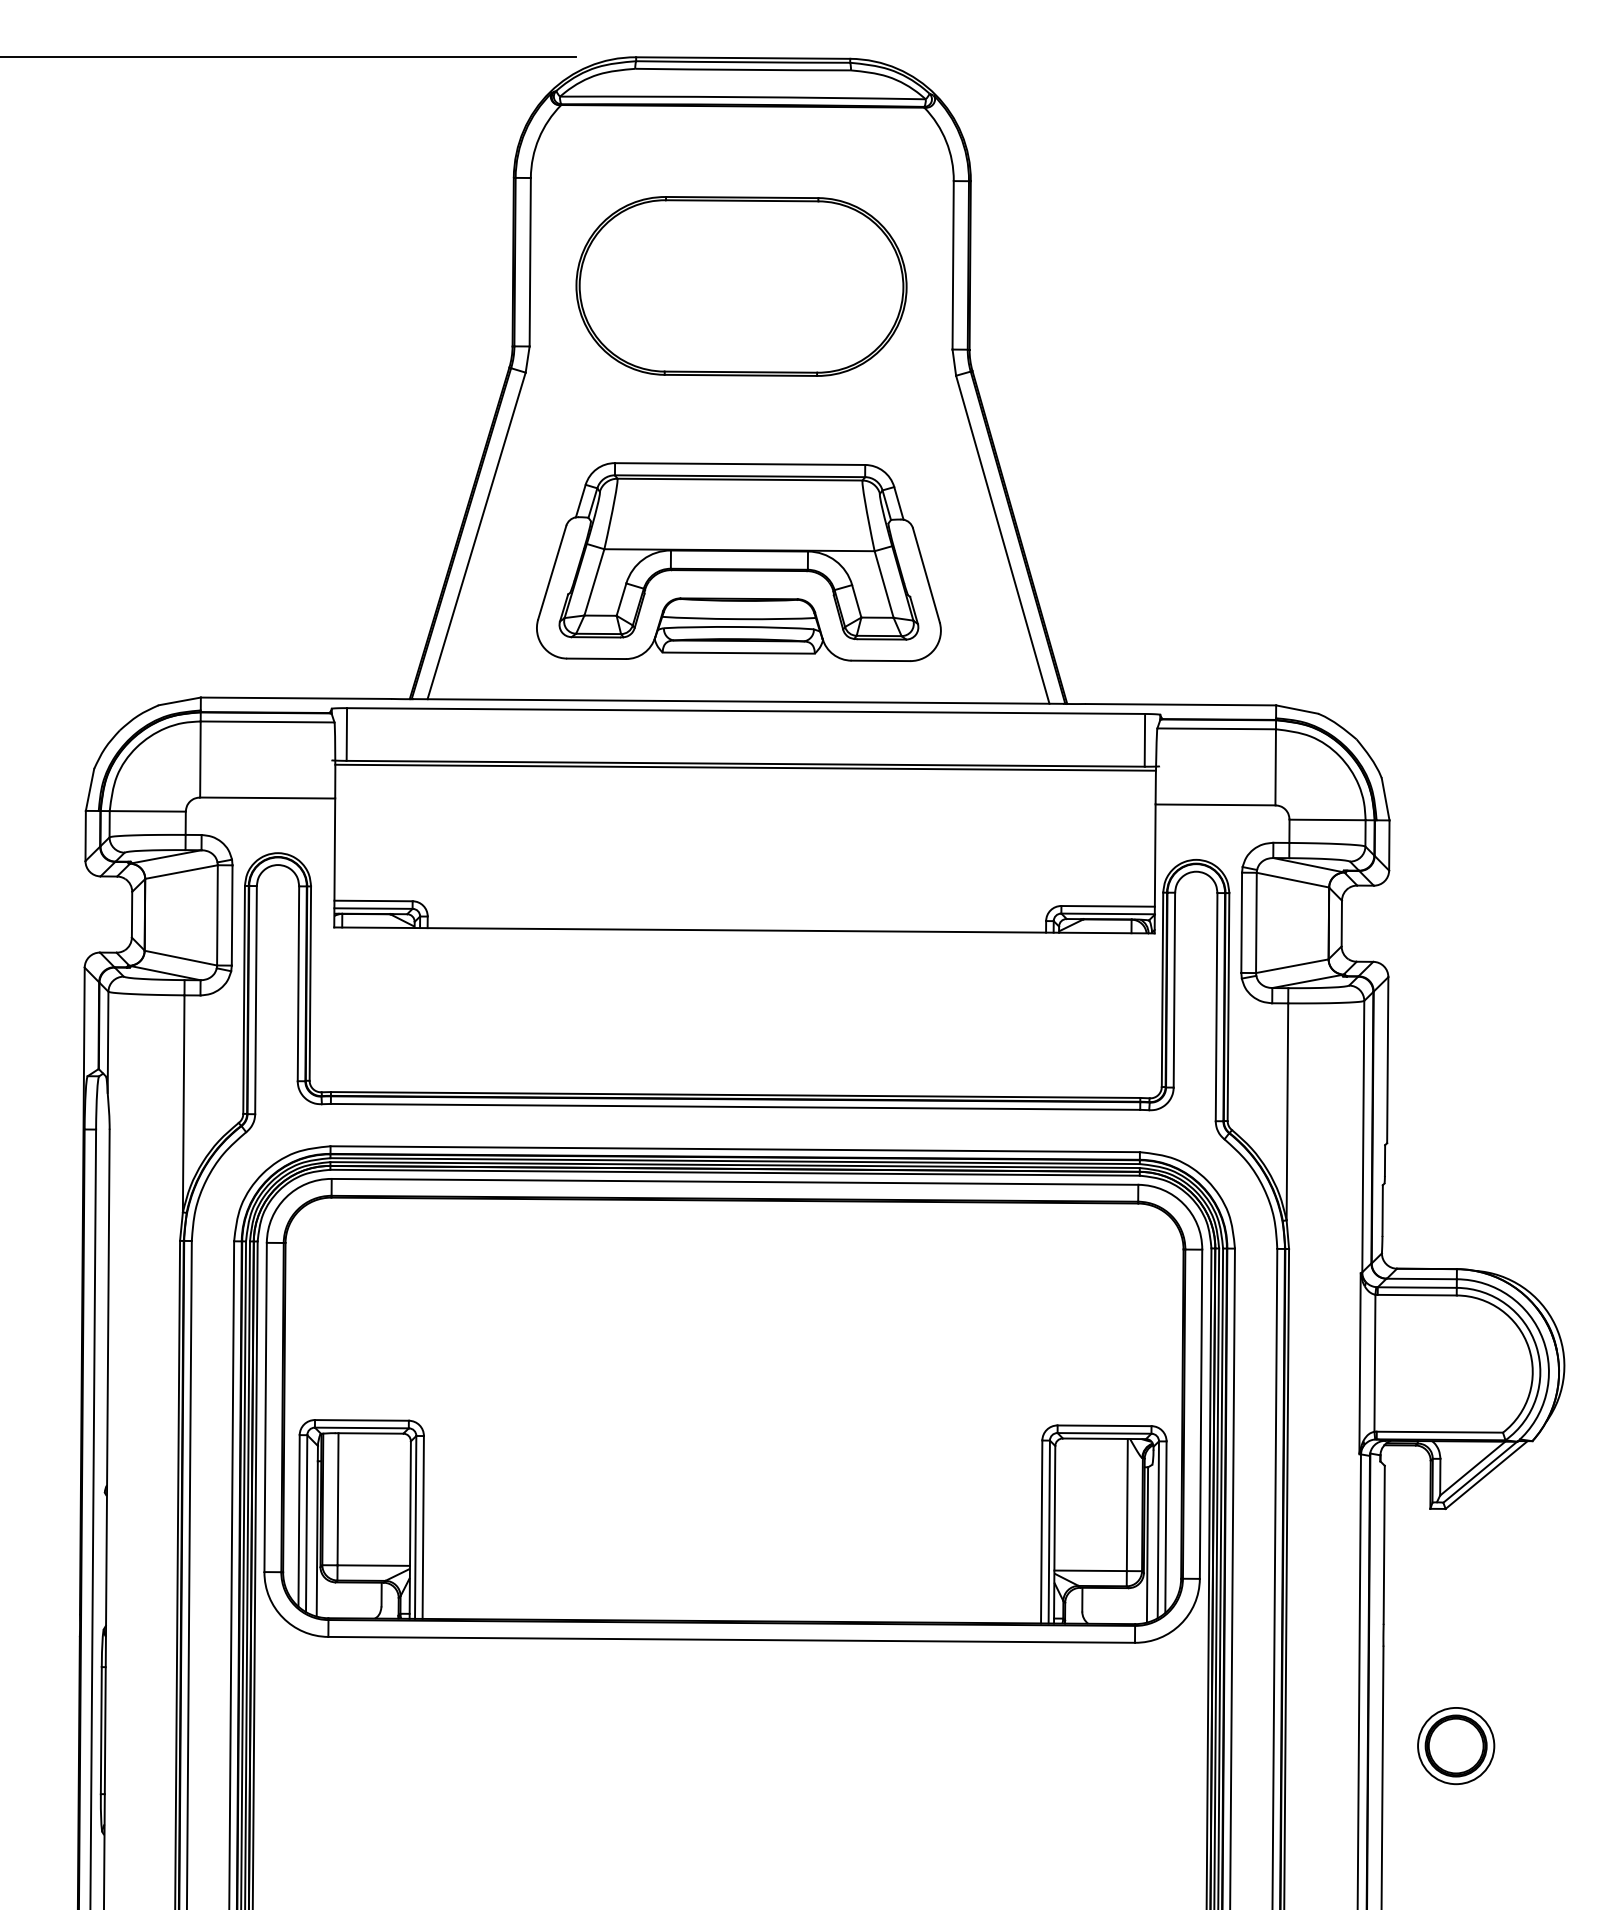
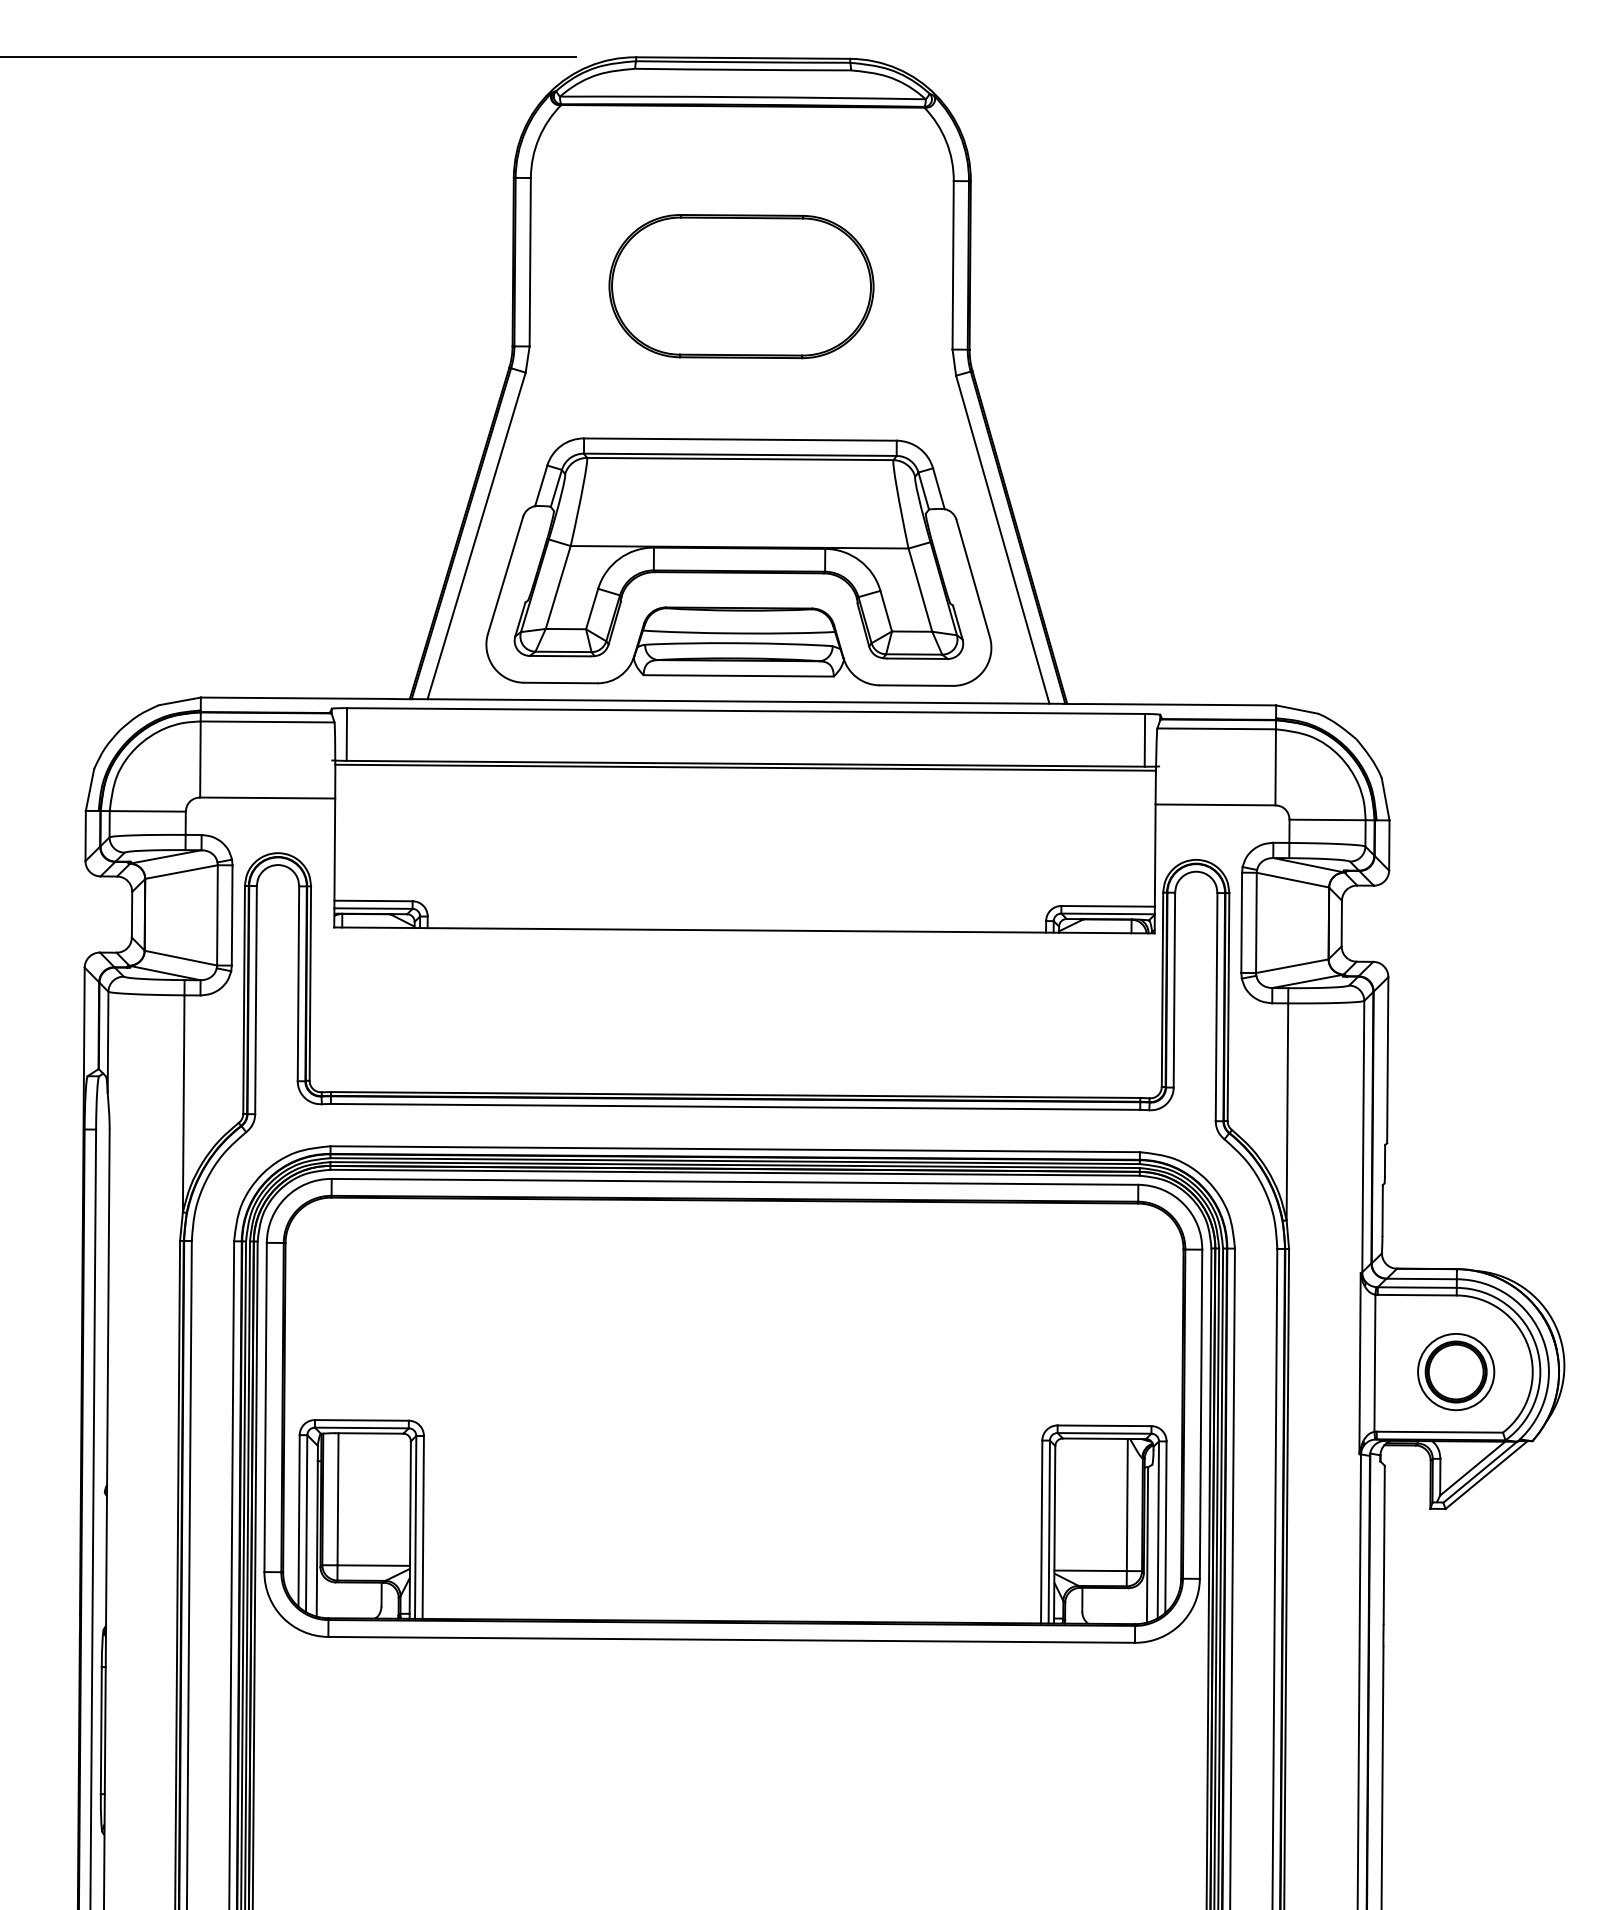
part at (741, 286) size: 333x181 px -> 267x146 px
part at (738, 561) size: 406x200 px -> 508x250 px
part at (1456, 1746) position: (1456, 1746) -> (1456, 1372)
